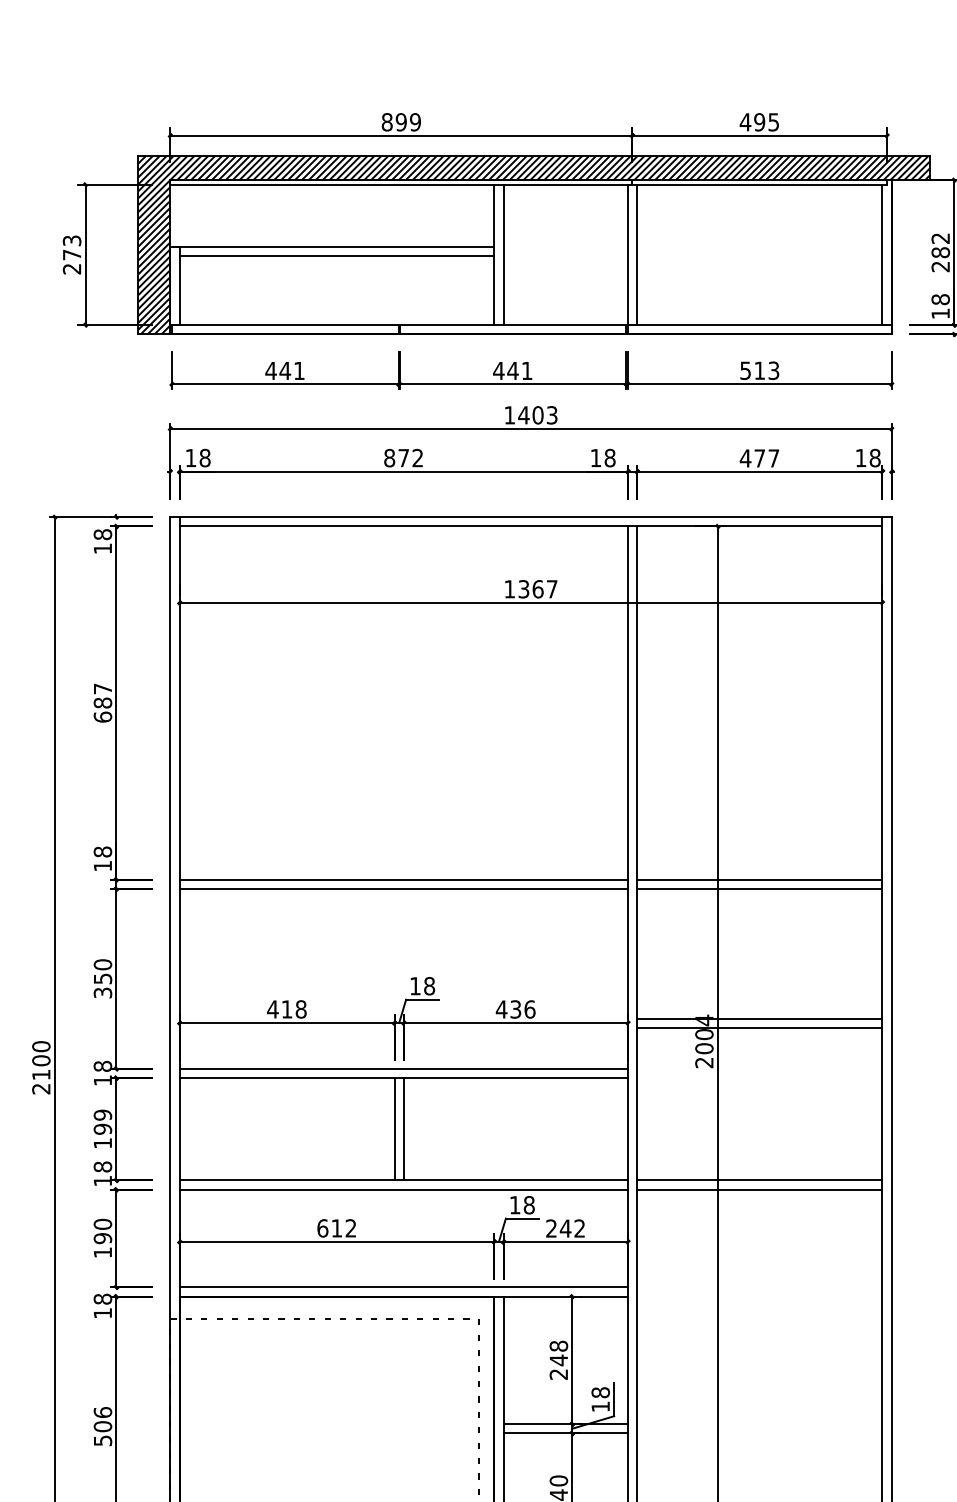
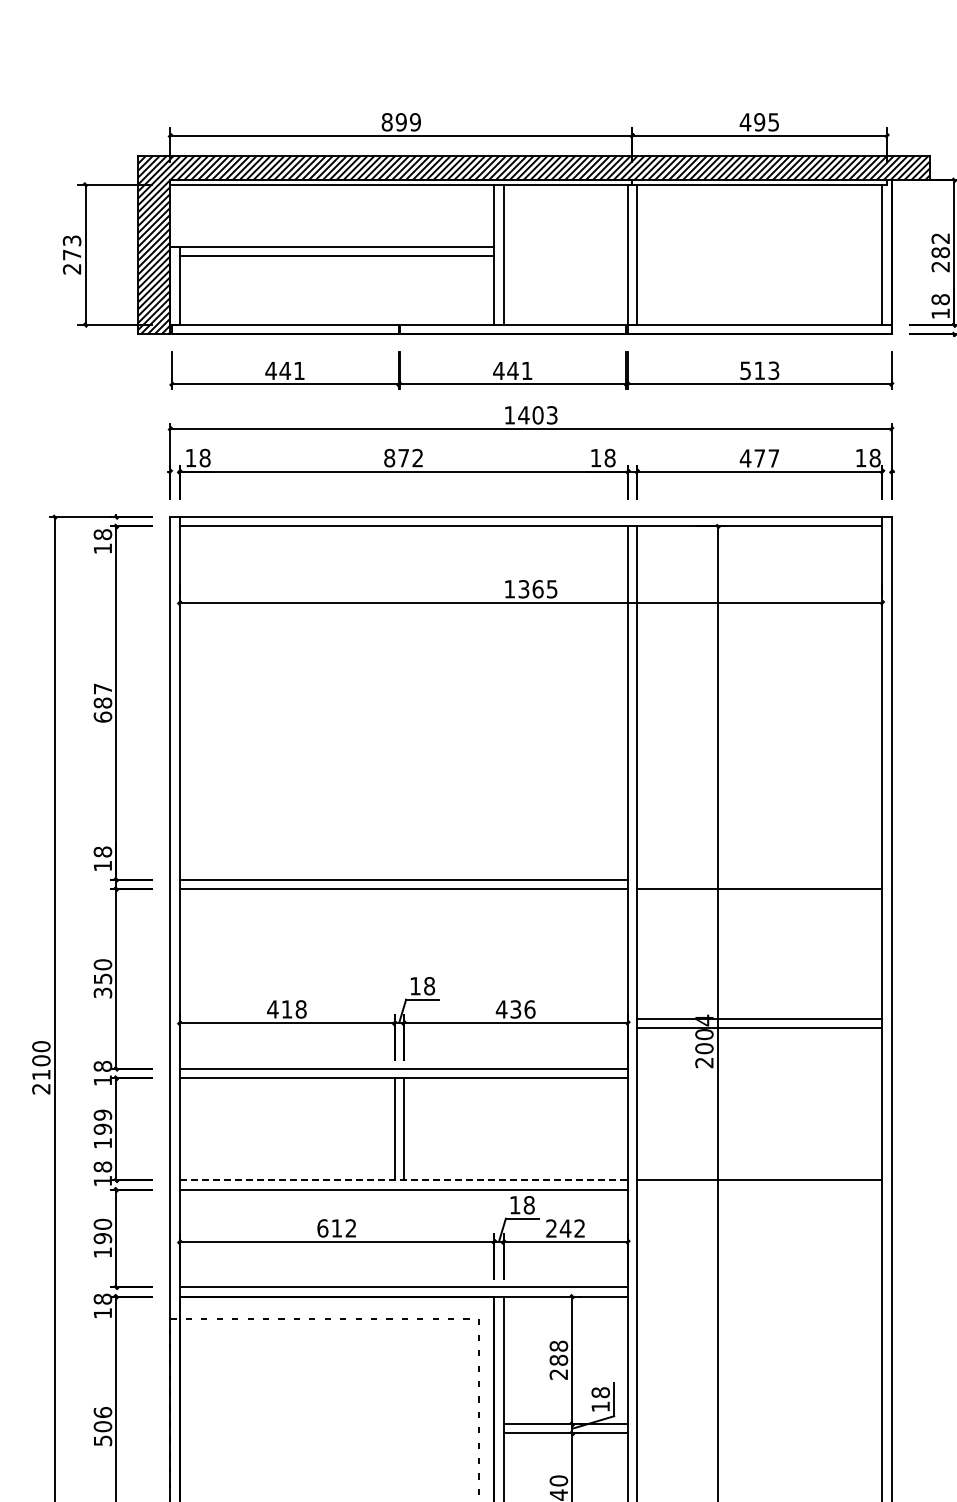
text at (552, 589): 1367 -> 1365
line at (759, 879): present -> none
line at (404, 1180): solid -> dashed
line at (759, 1189): present -> none
text at (558, 1360): 248 -> 288
